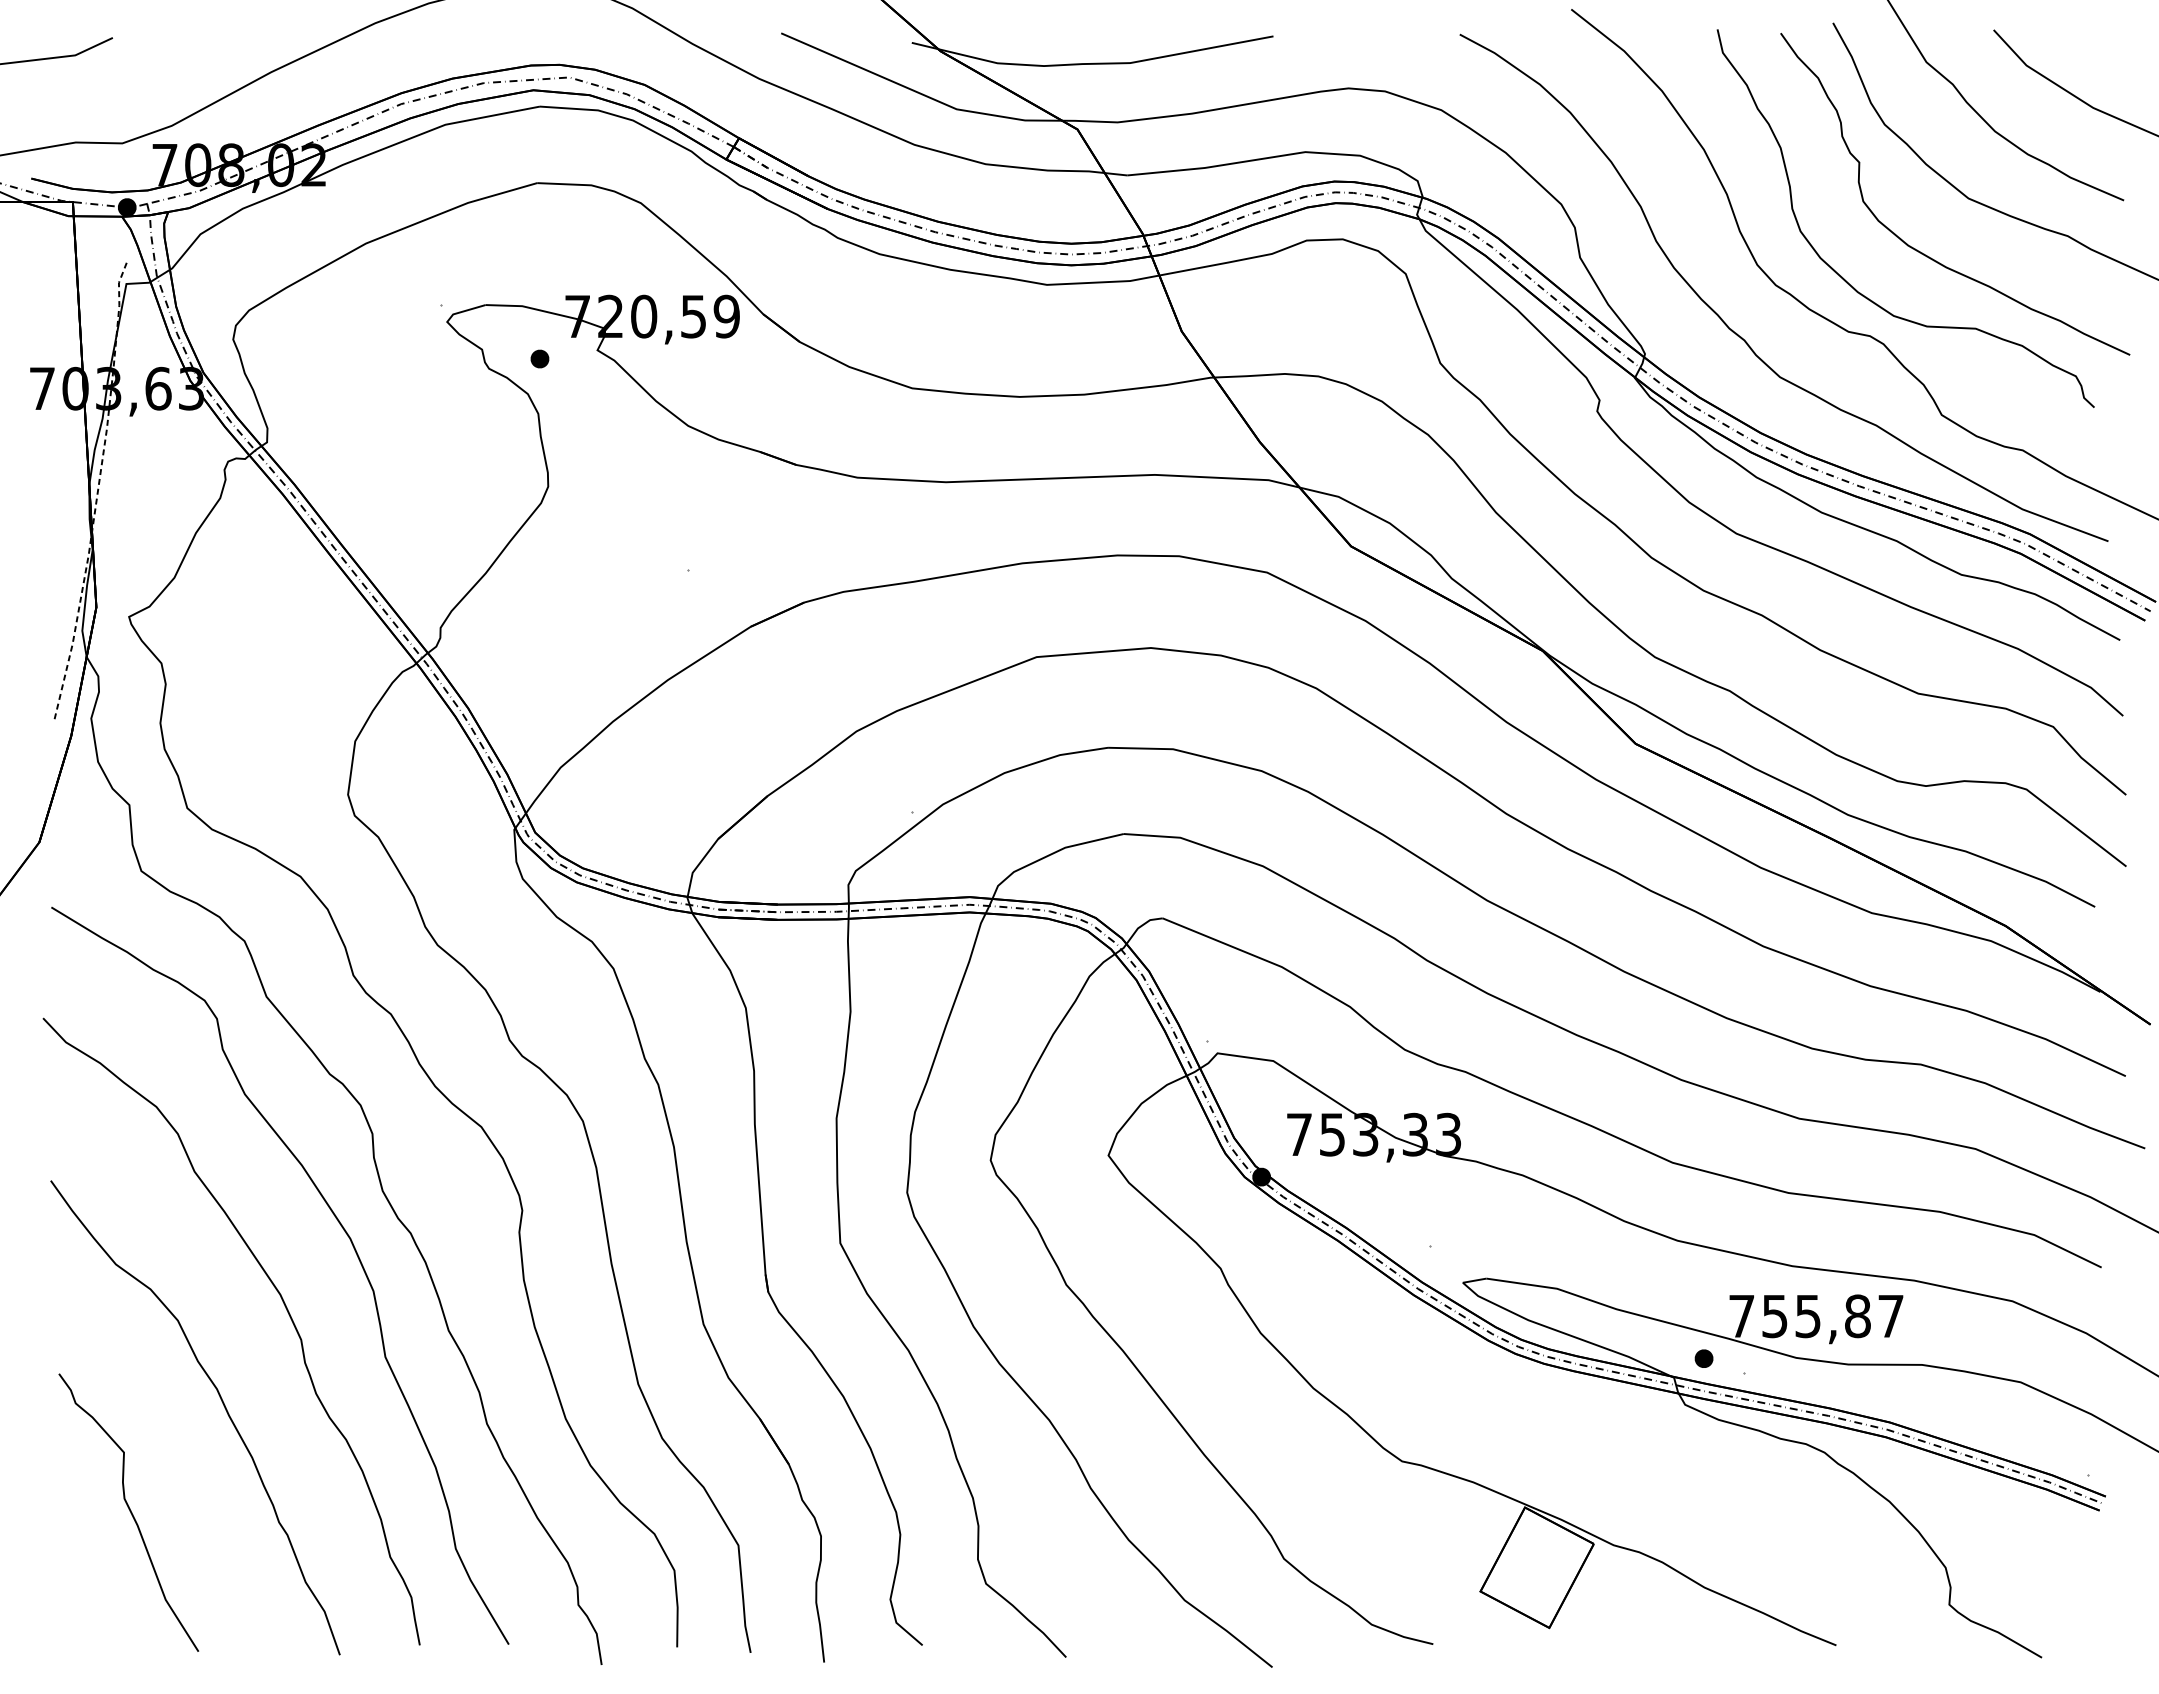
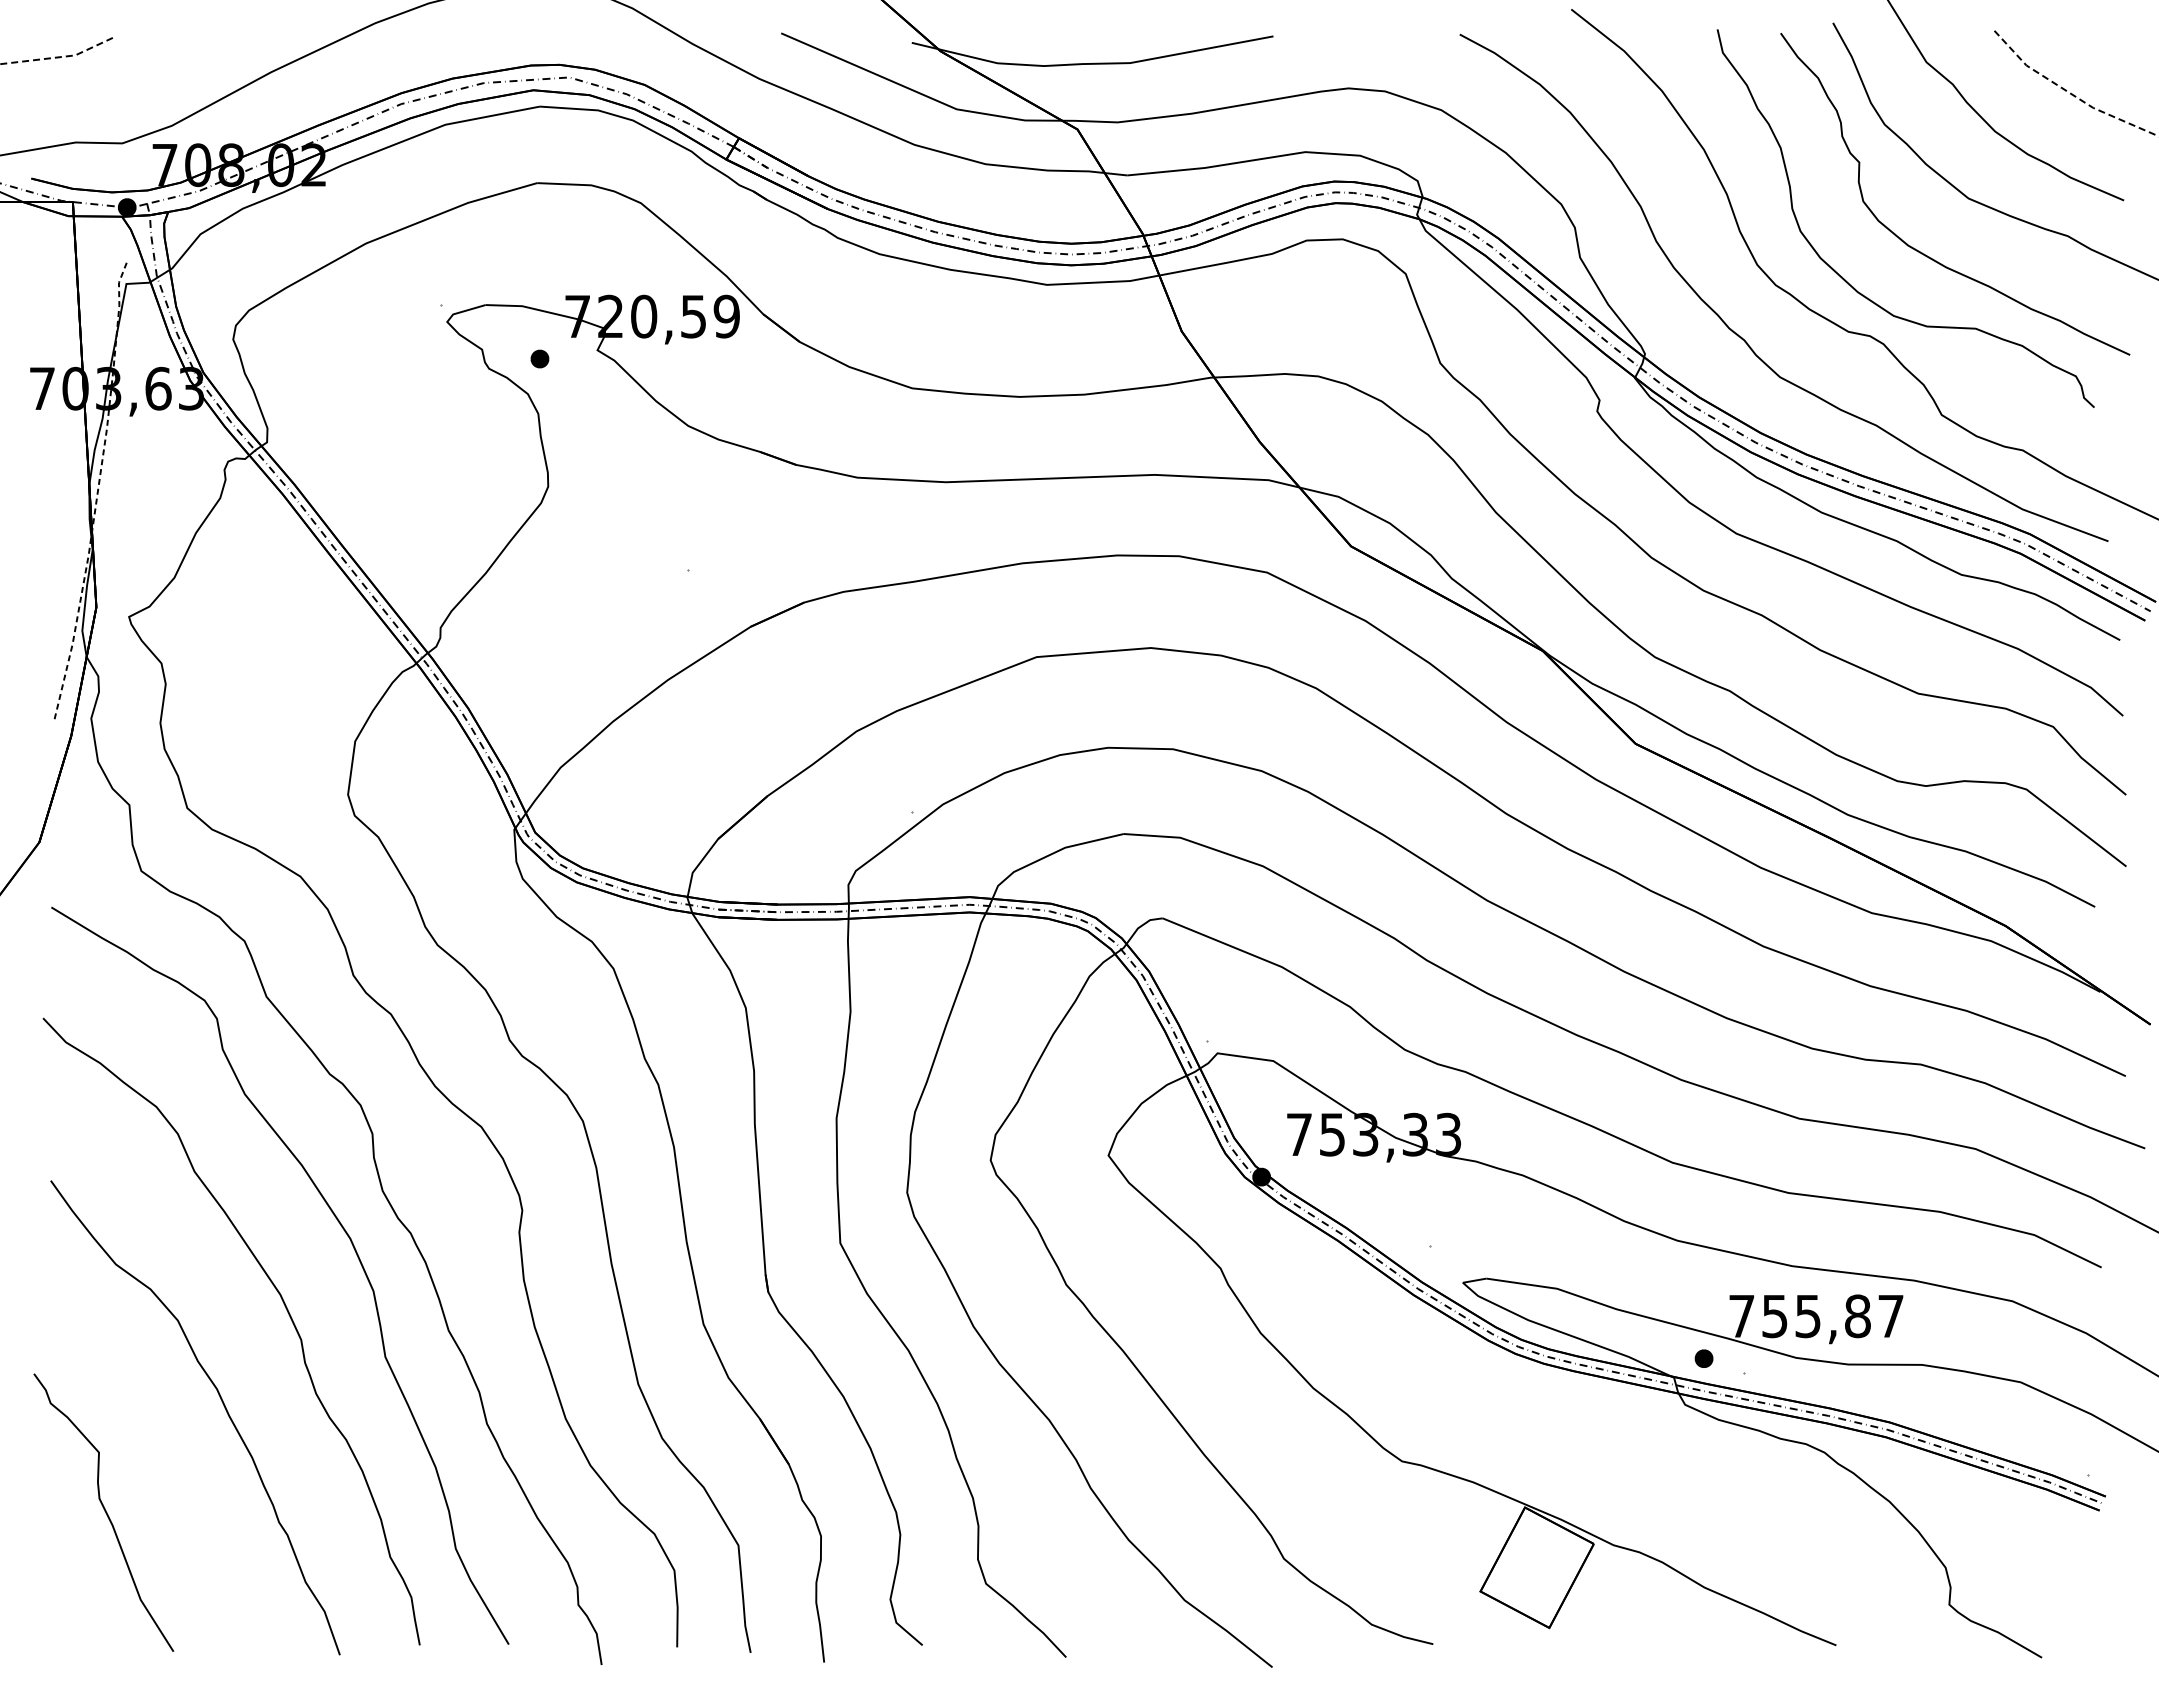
line at (58, 57): solid -> dashed
line at (2069, 92): solid -> dashed
curve at (129, 1511) position: (129, 1511) -> (104, 1511)
